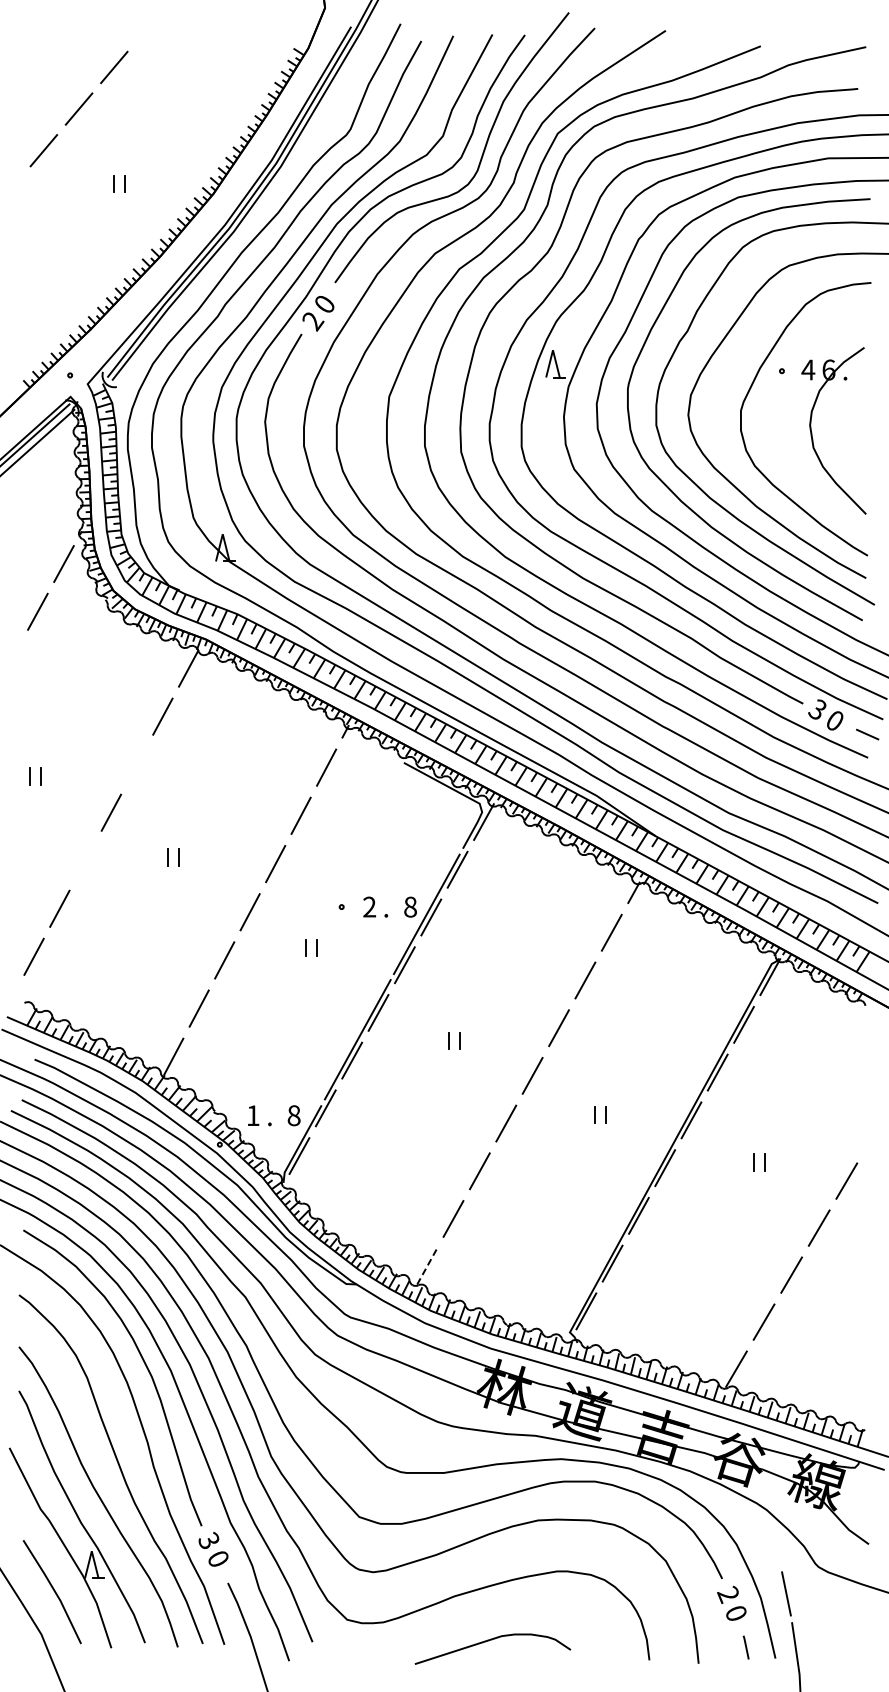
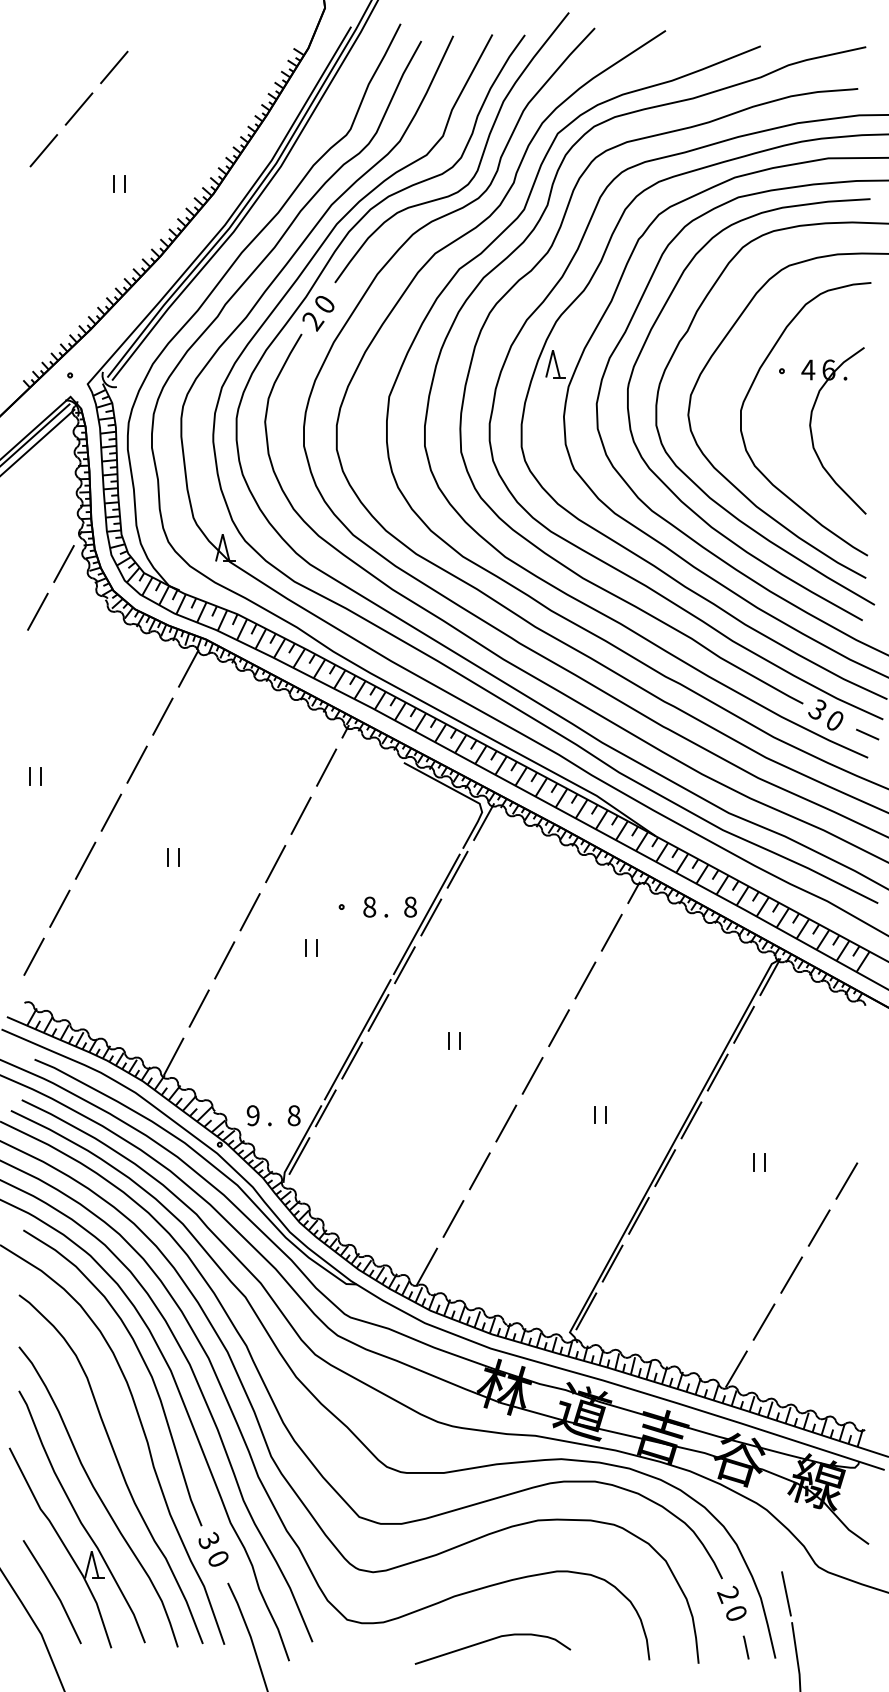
line at (136, 764): none -> present
line at (85, 860): none -> present
text at (369, 906): 2 -> 8
text at (252, 1115): 1 -> 9
line at (427, 1266): dashed -> solid
